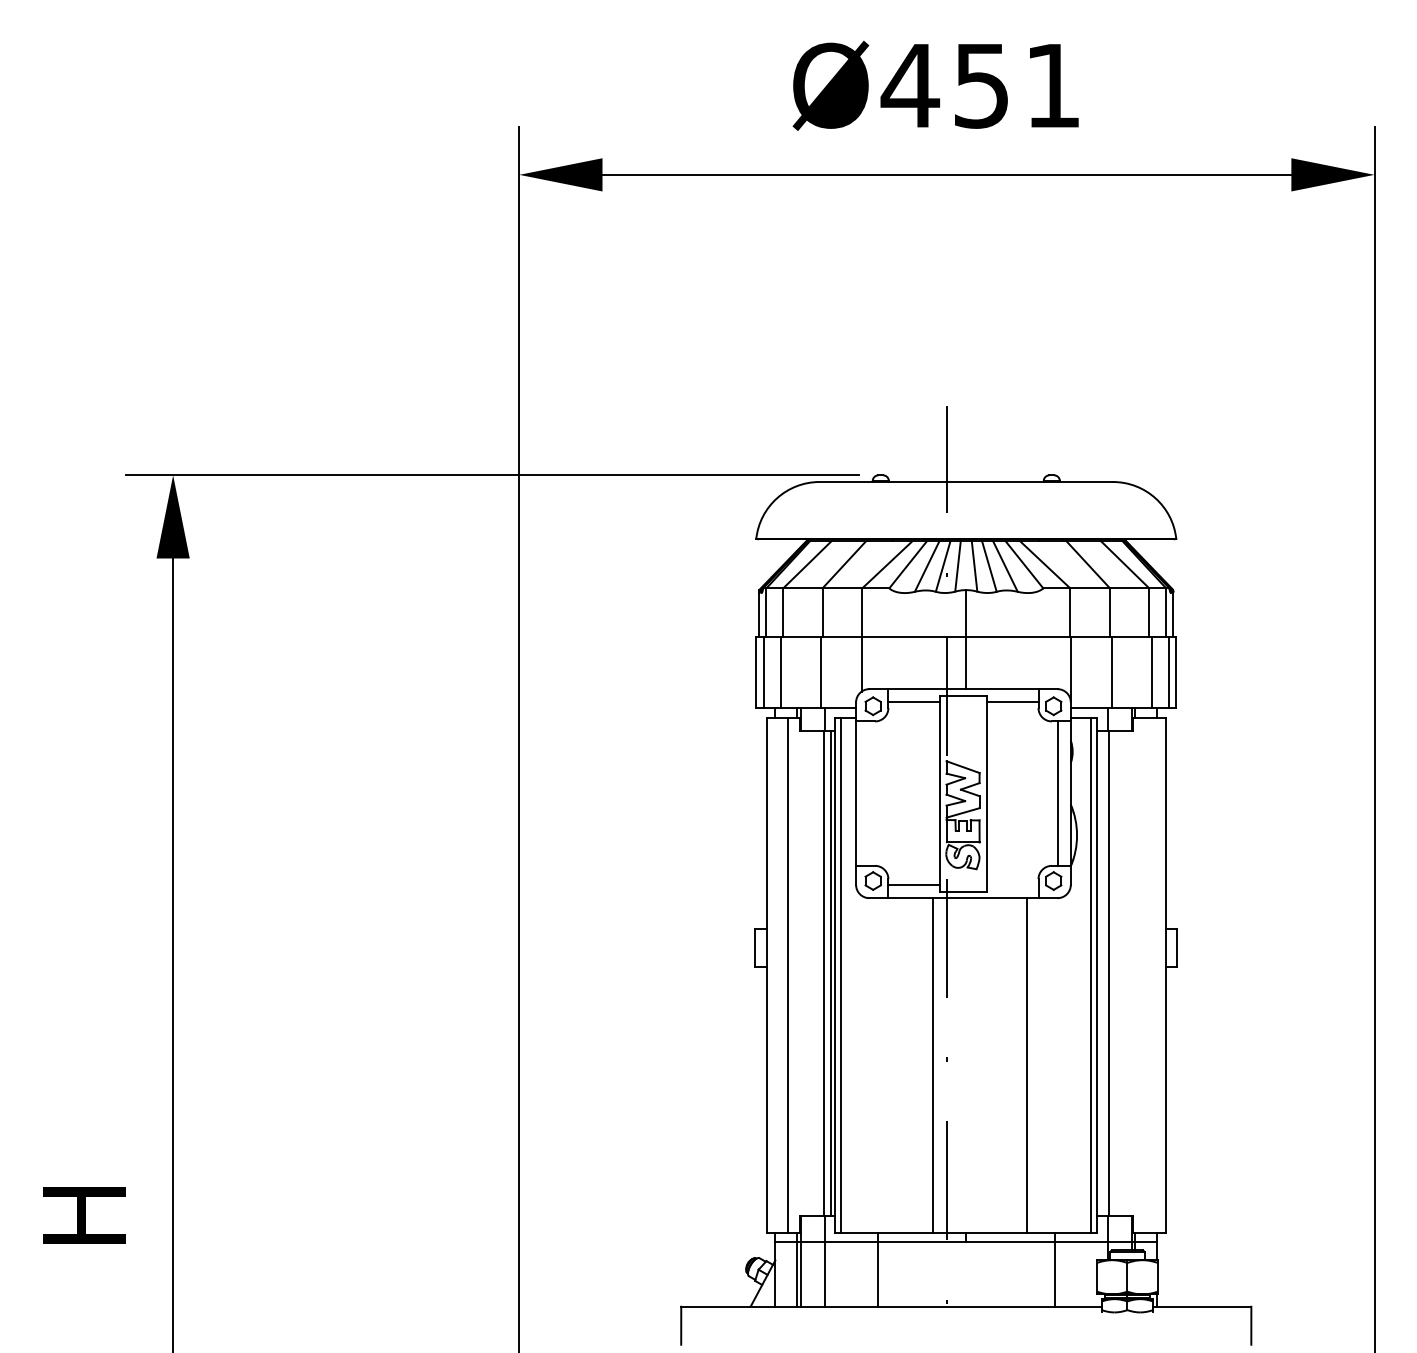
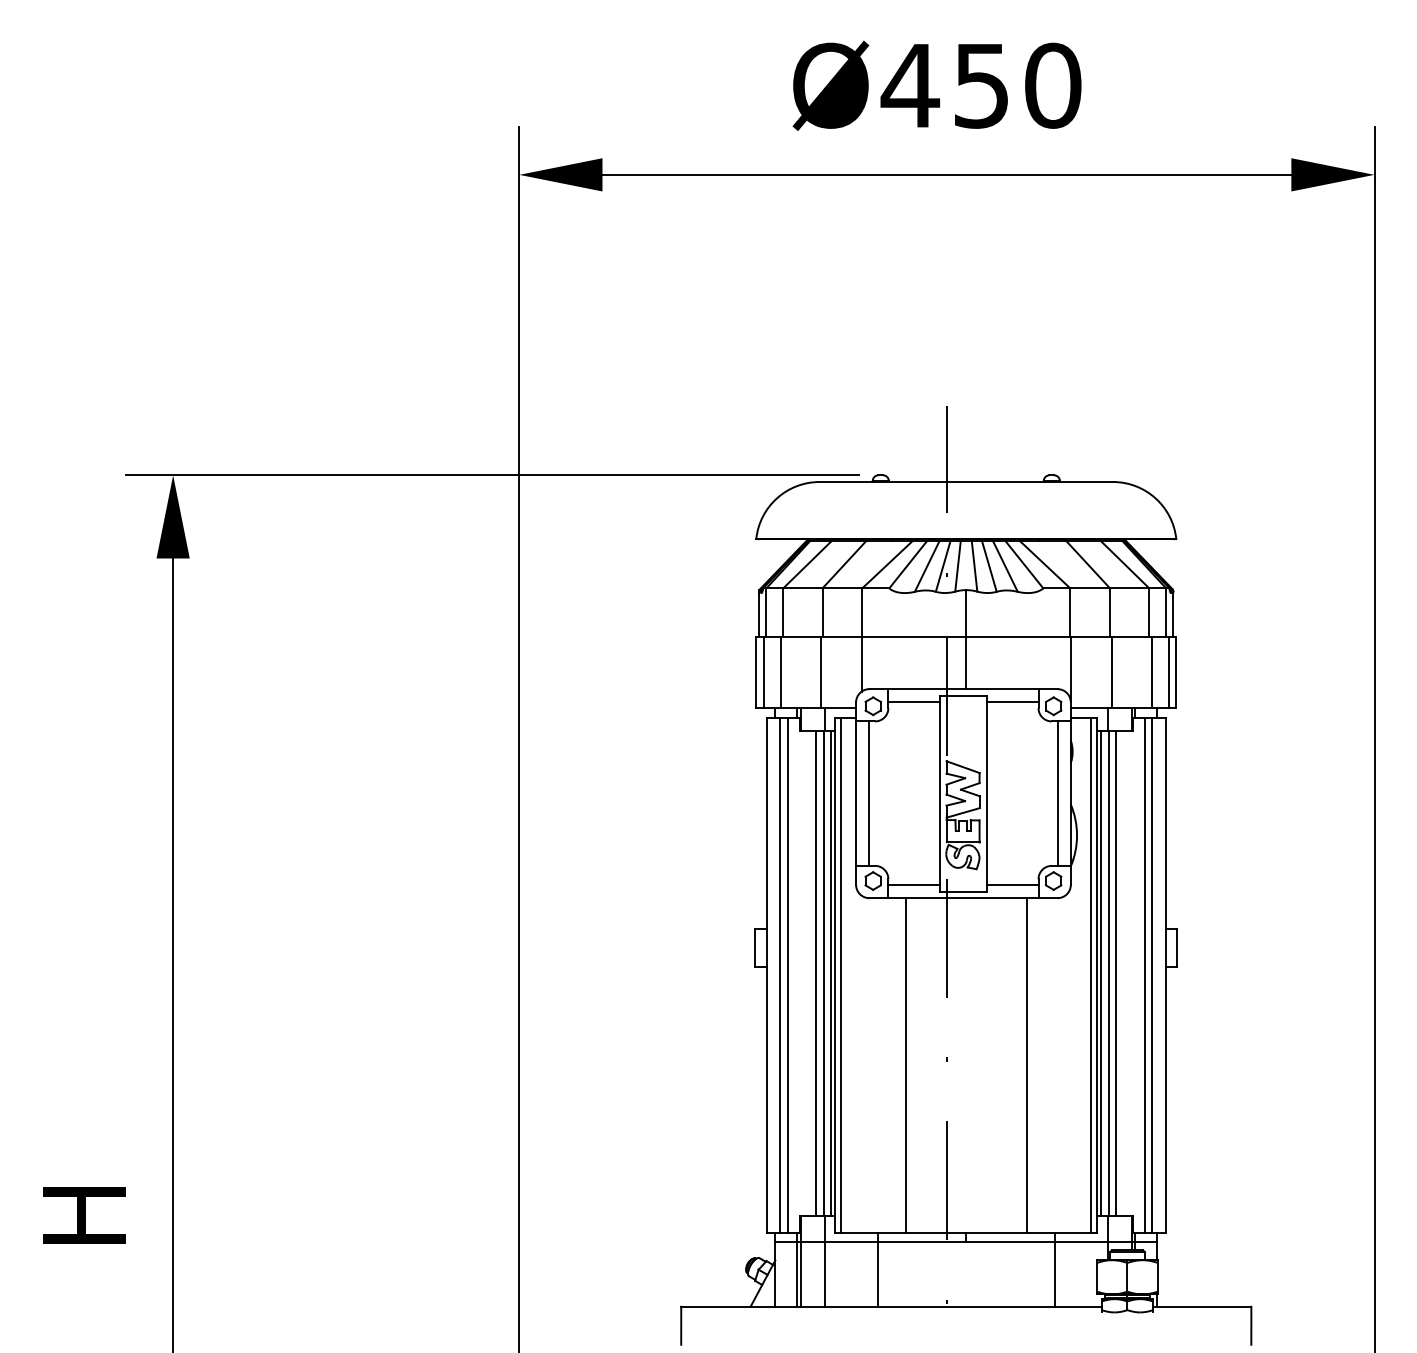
text at (1053, 85): Ø451 -> Ø450
line at (869, 793): none -> present
line at (1012, 884): none -> present
line at (816, 972): none -> present
line at (1101, 972): none -> present
line at (1116, 972): none -> present
line at (780, 974): none -> present
line at (1144, 974): none -> present
line at (1152, 974): none -> present
line at (932, 1065) position: (932, 1065) -> (905, 1065)
